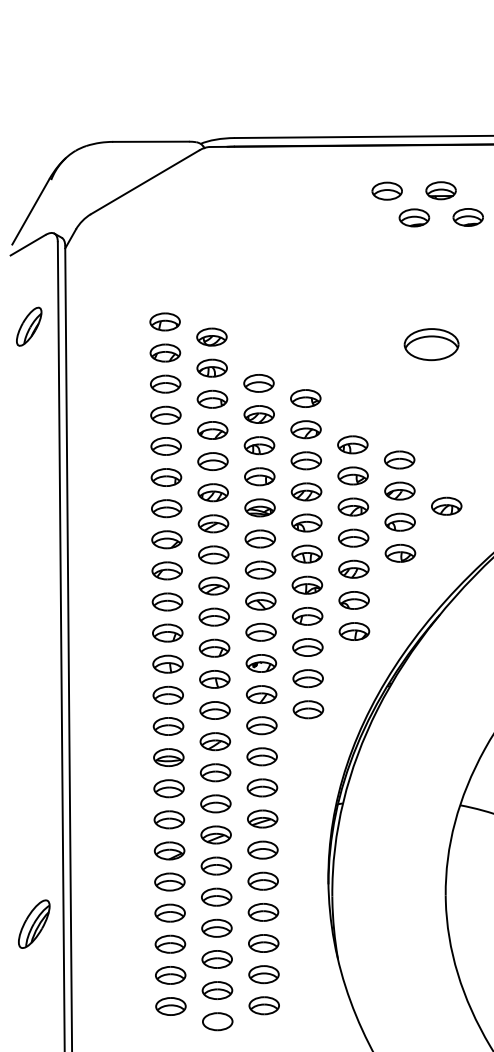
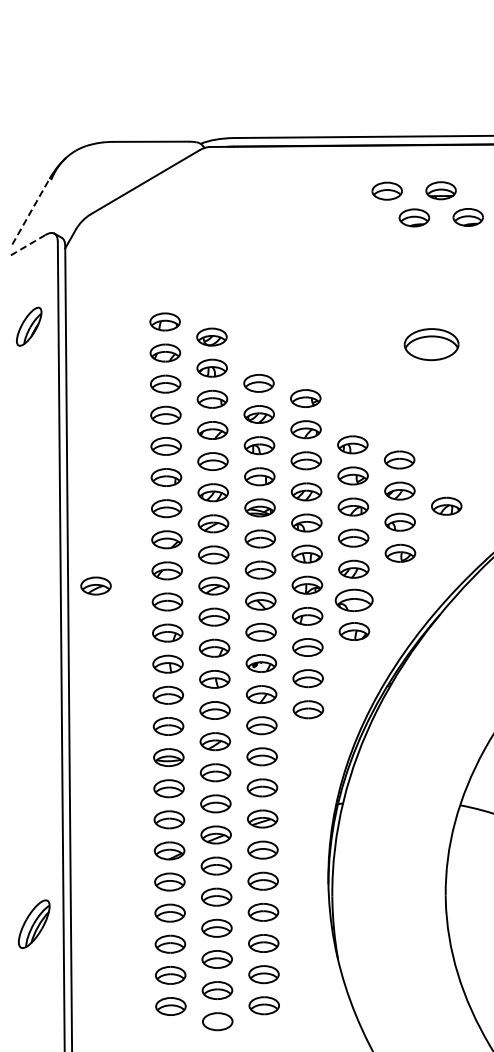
line at (30, 211): solid -> dashed
line at (27, 245): solid -> dashed
part at (95, 585): none -> present
part at (353, 600) size: 32x19 px -> 40x24 px
